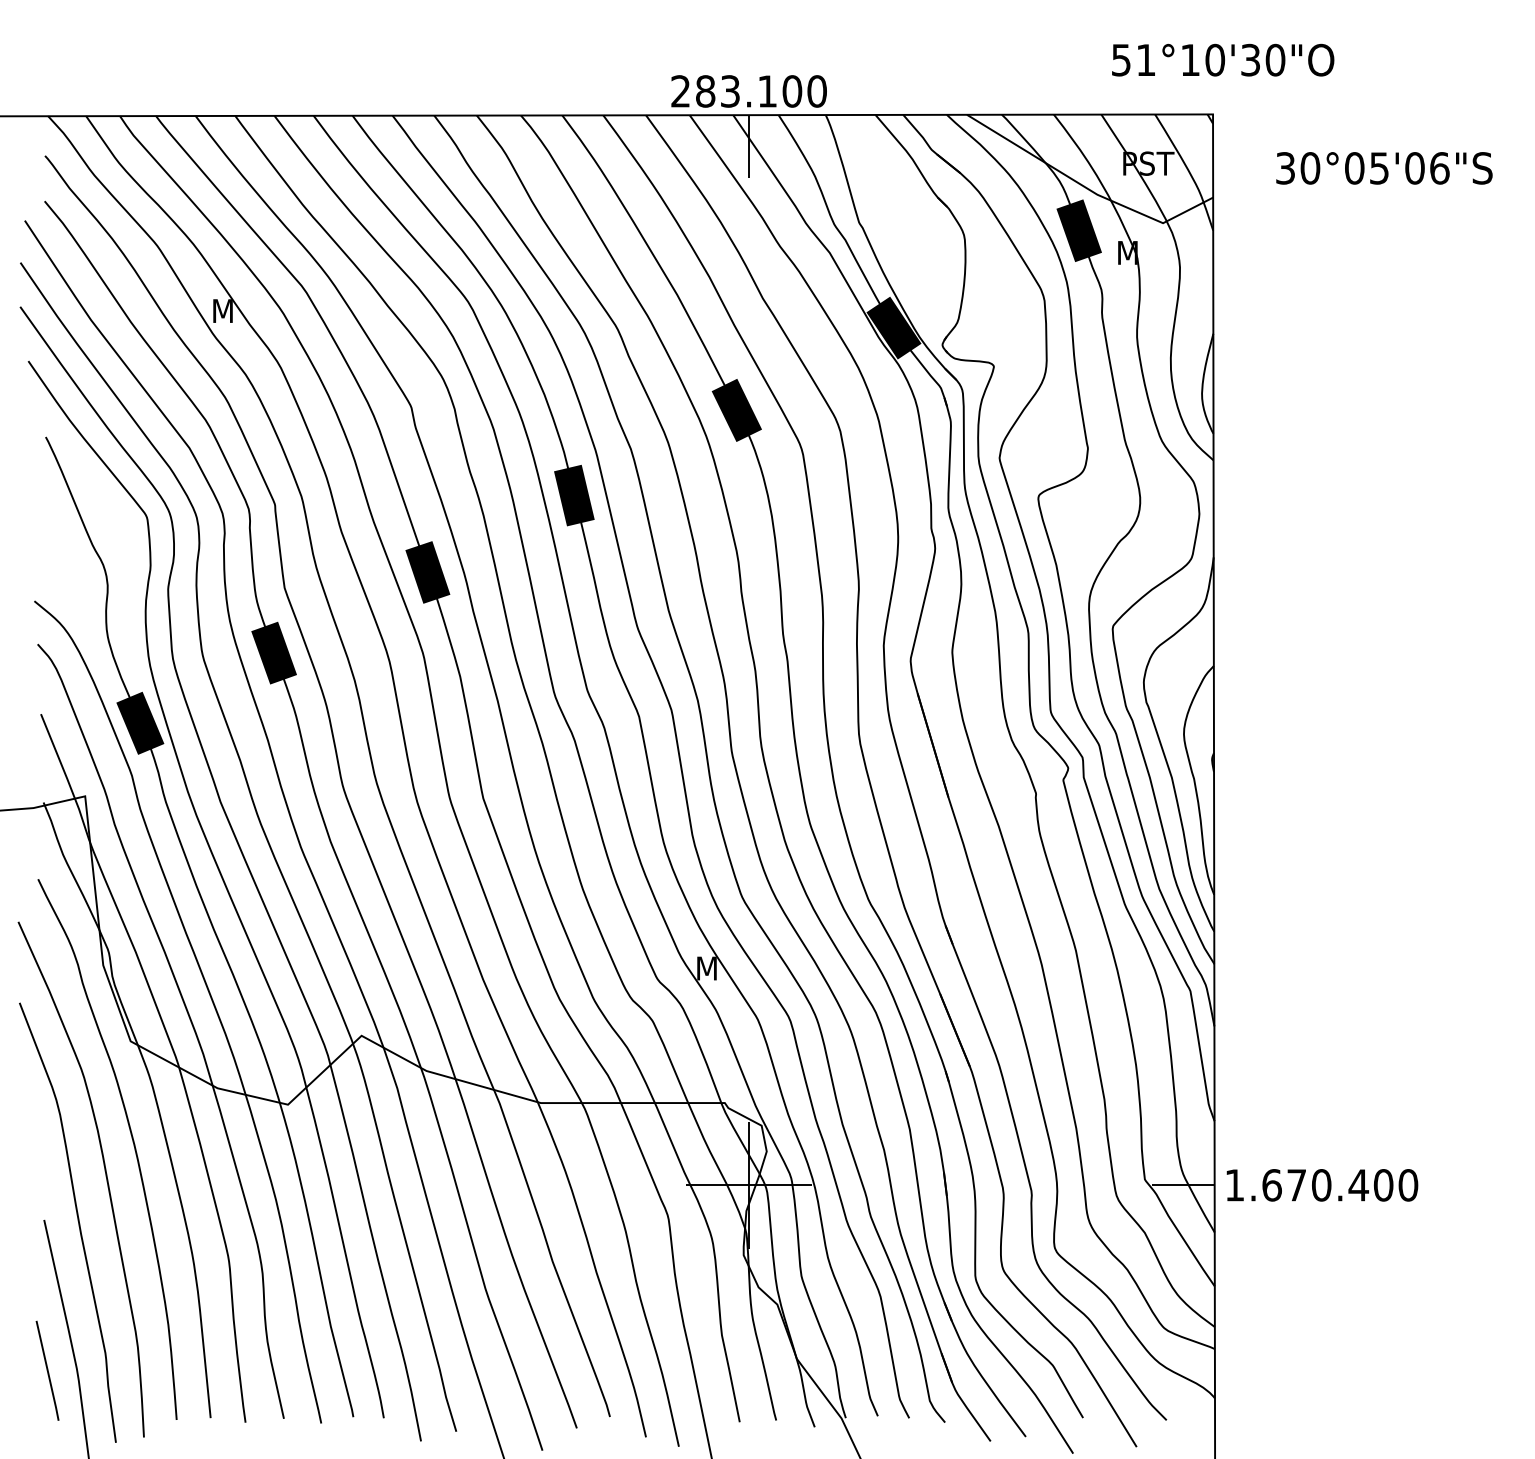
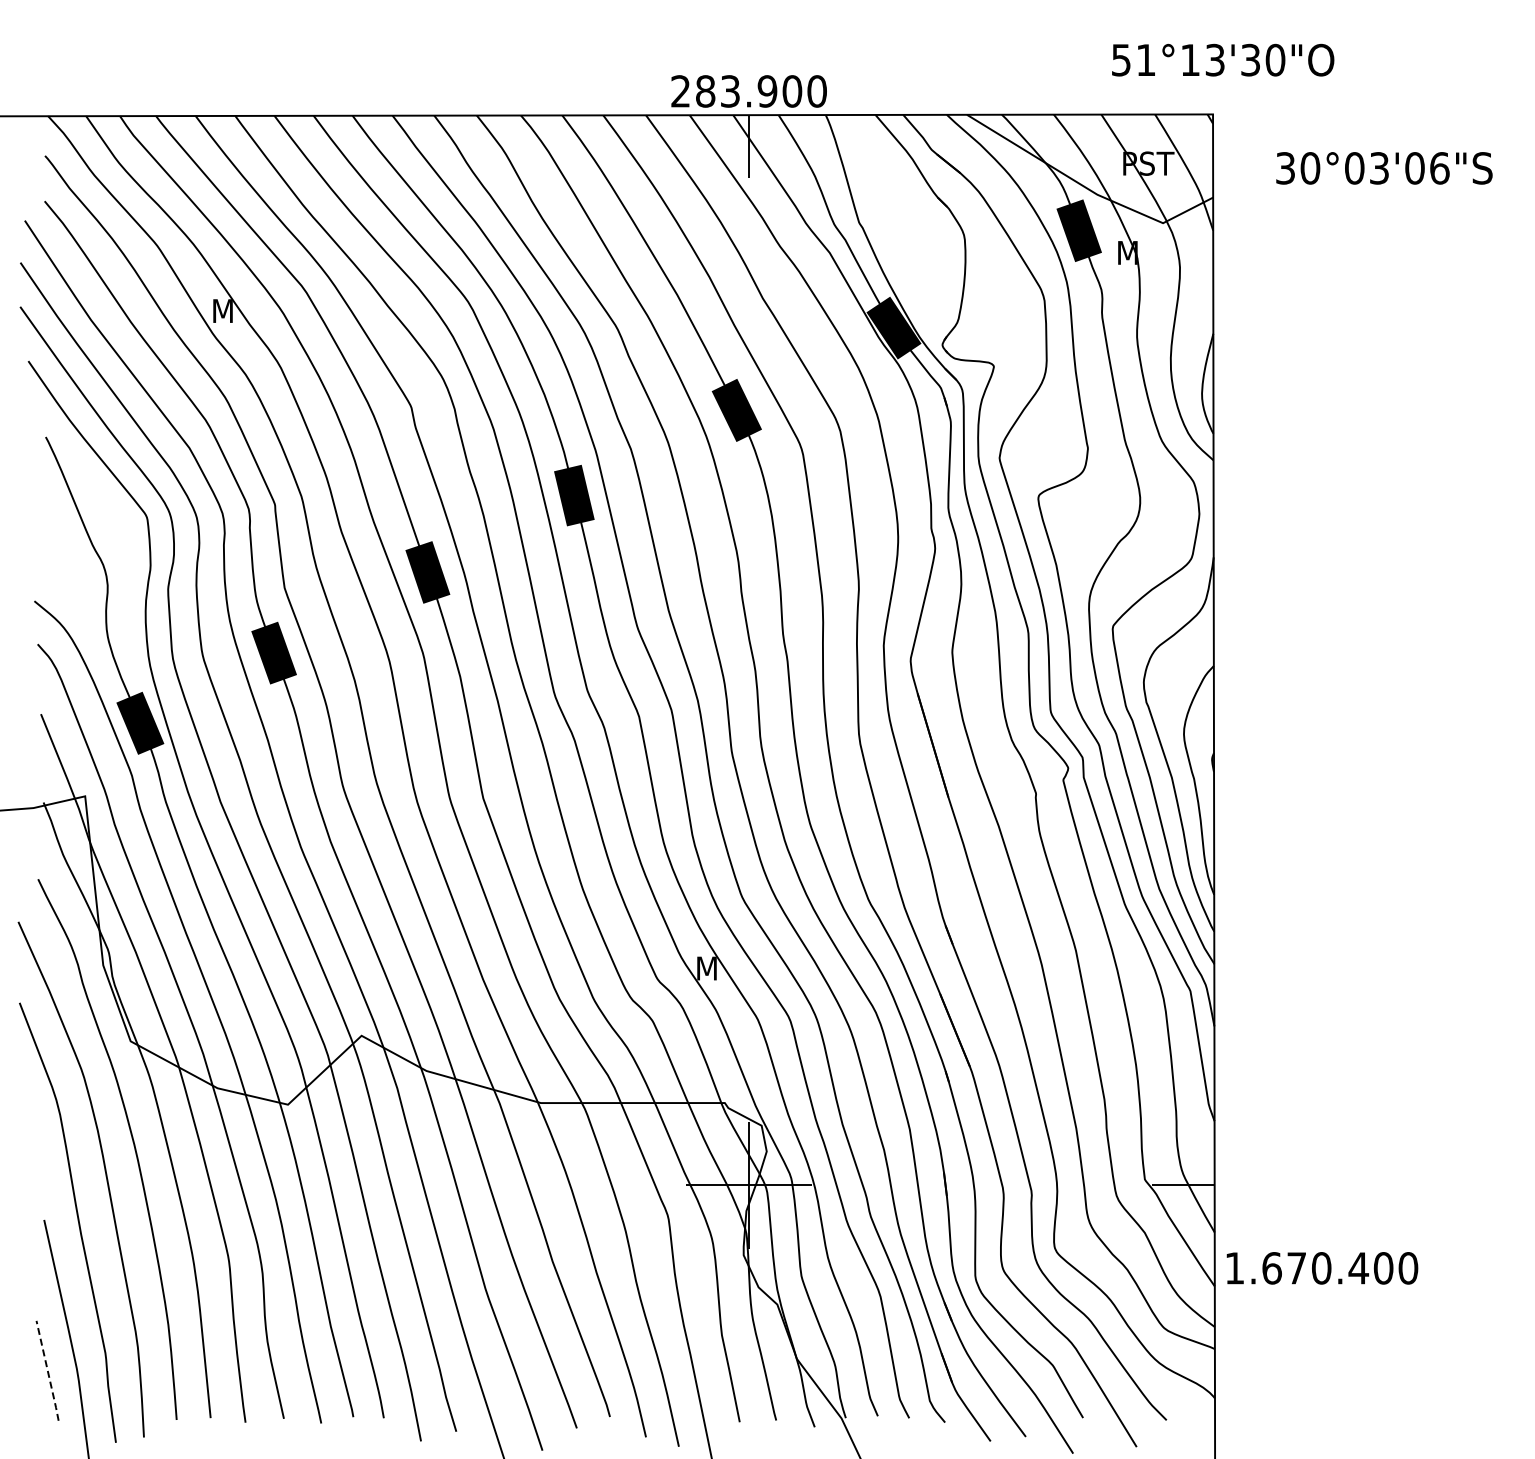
text at (1215, 59): 51°10'30"O -> 51°13'30"O
text at (767, 91): 283.100 -> 283.900
text at (1379, 168): 30°05'06"S -> 30°03'06"S
text at (1322, 1185) position: (1322, 1185) -> (1322, 1268)
line at (47, 1371): solid -> dashed
